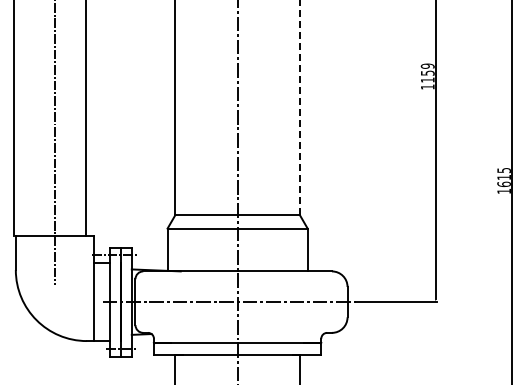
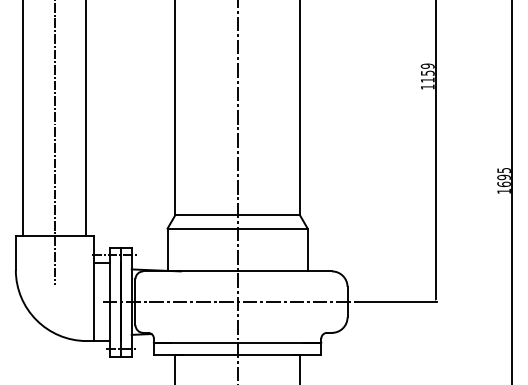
line at (299, 108): dashed -> solid
line at (14, 119) position: (14, 119) -> (23, 119)
text at (503, 177): 1615 -> 1695
